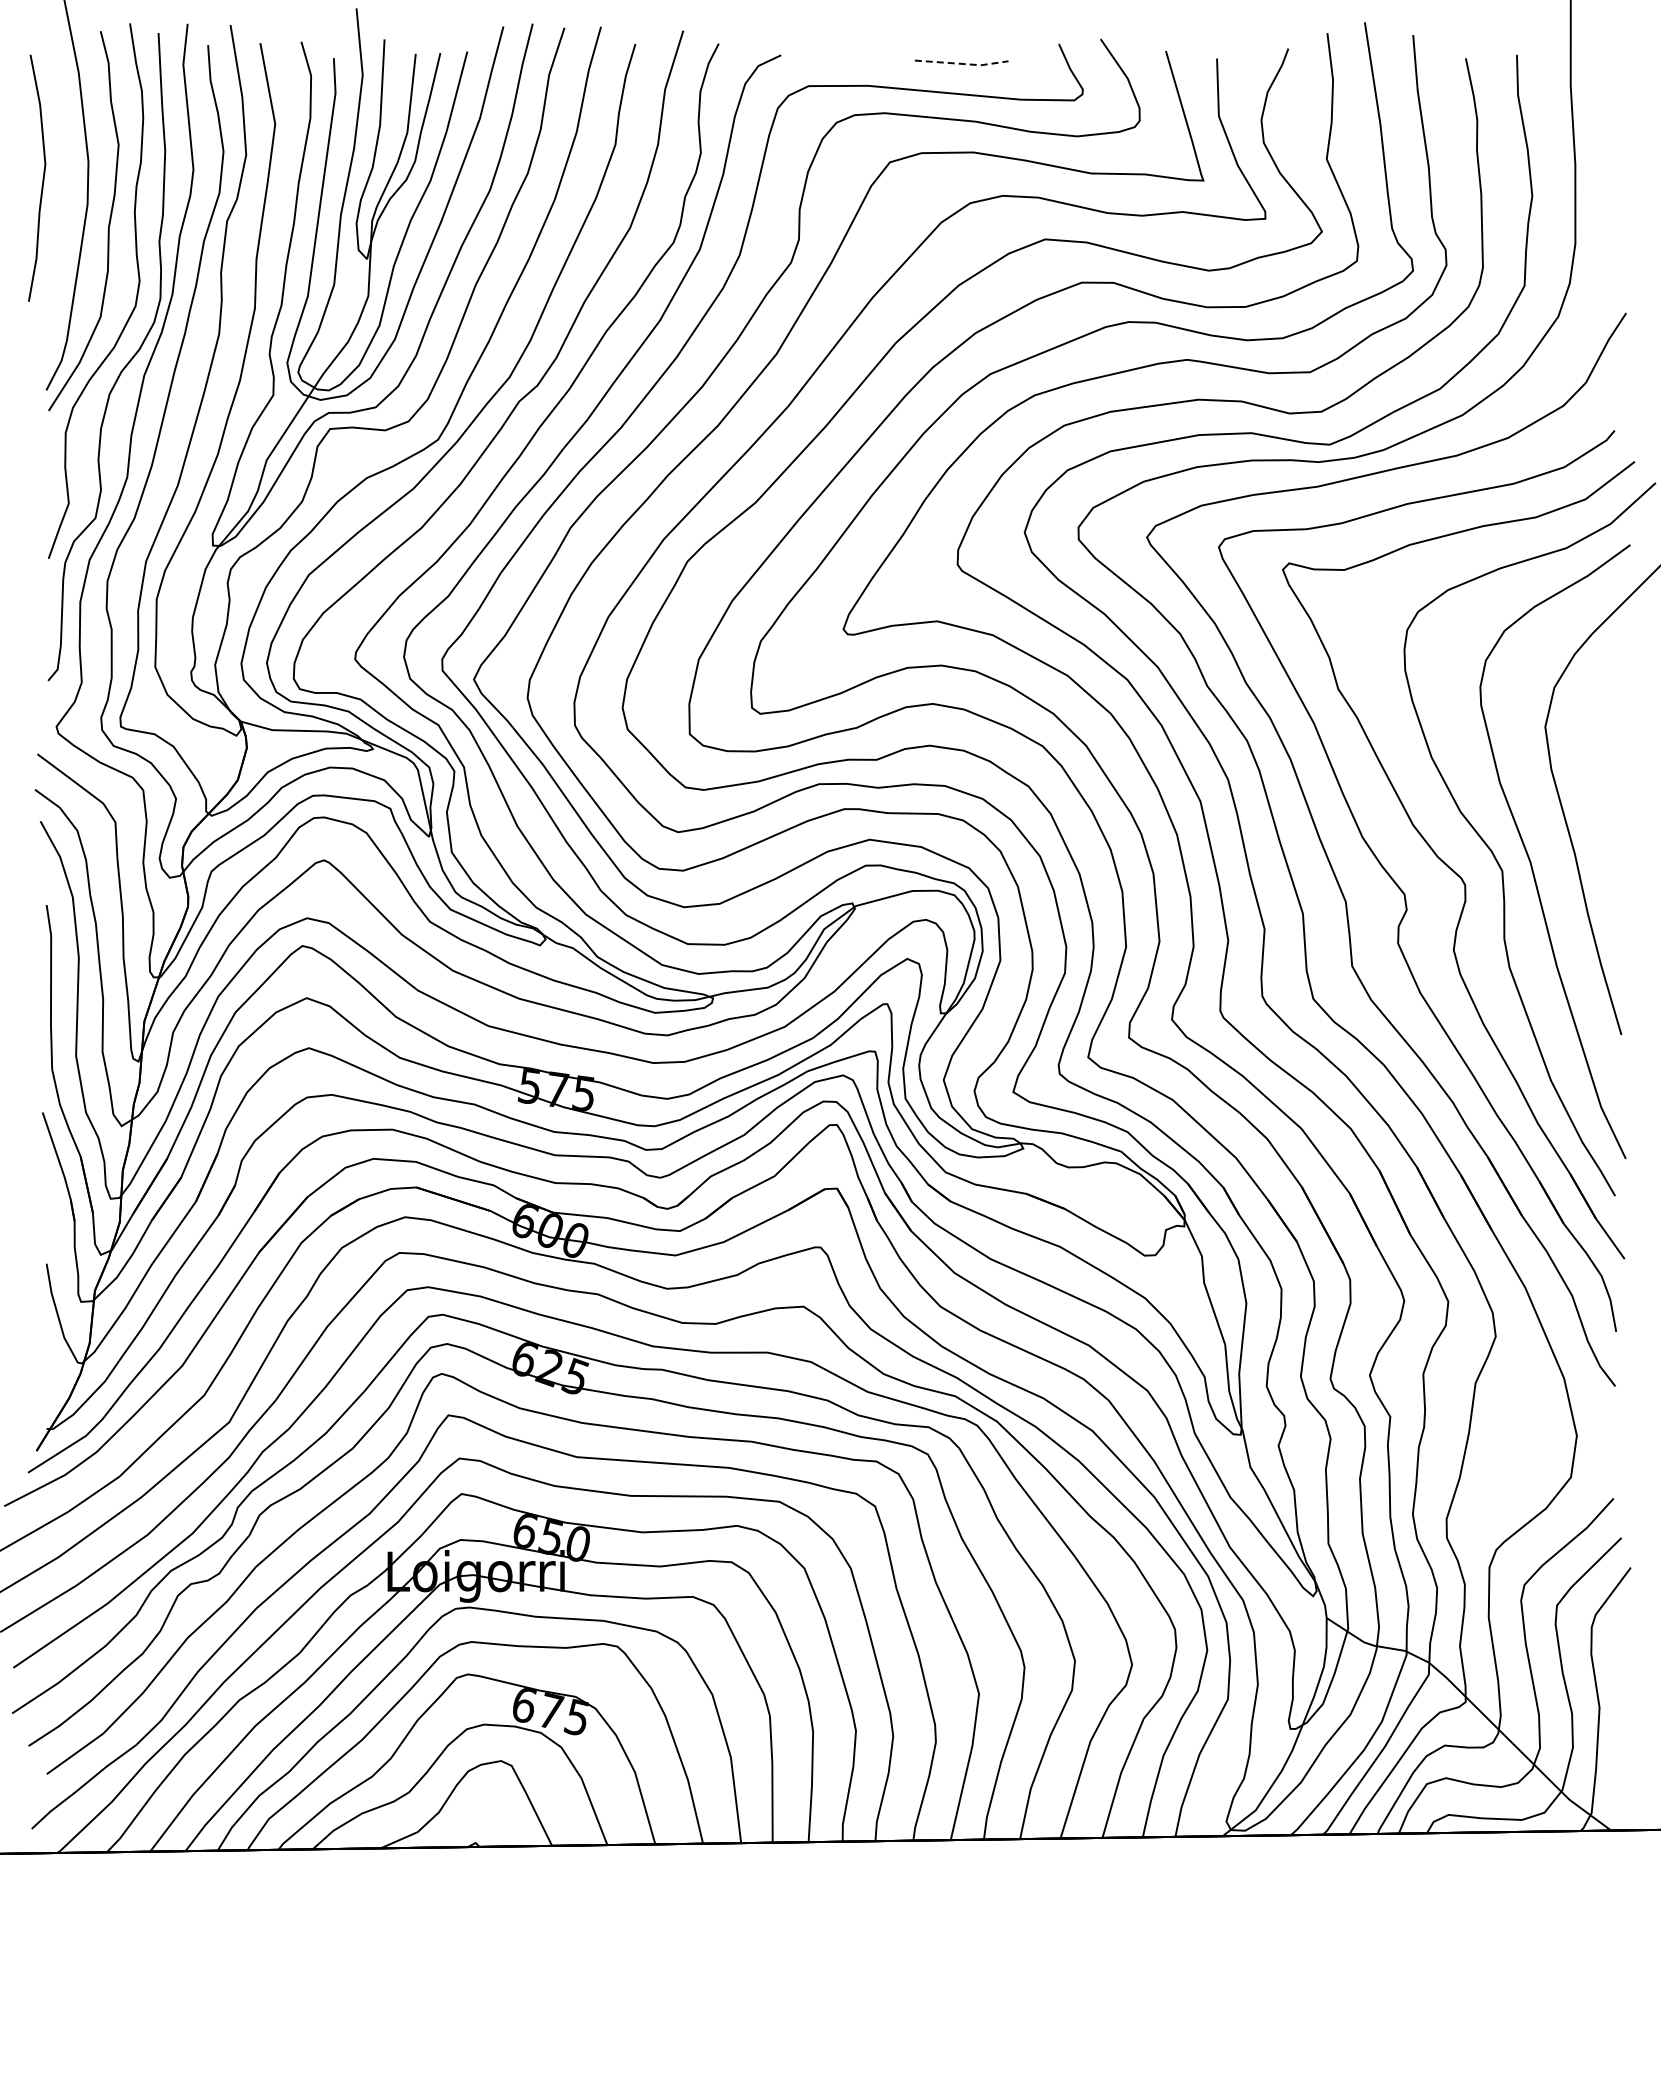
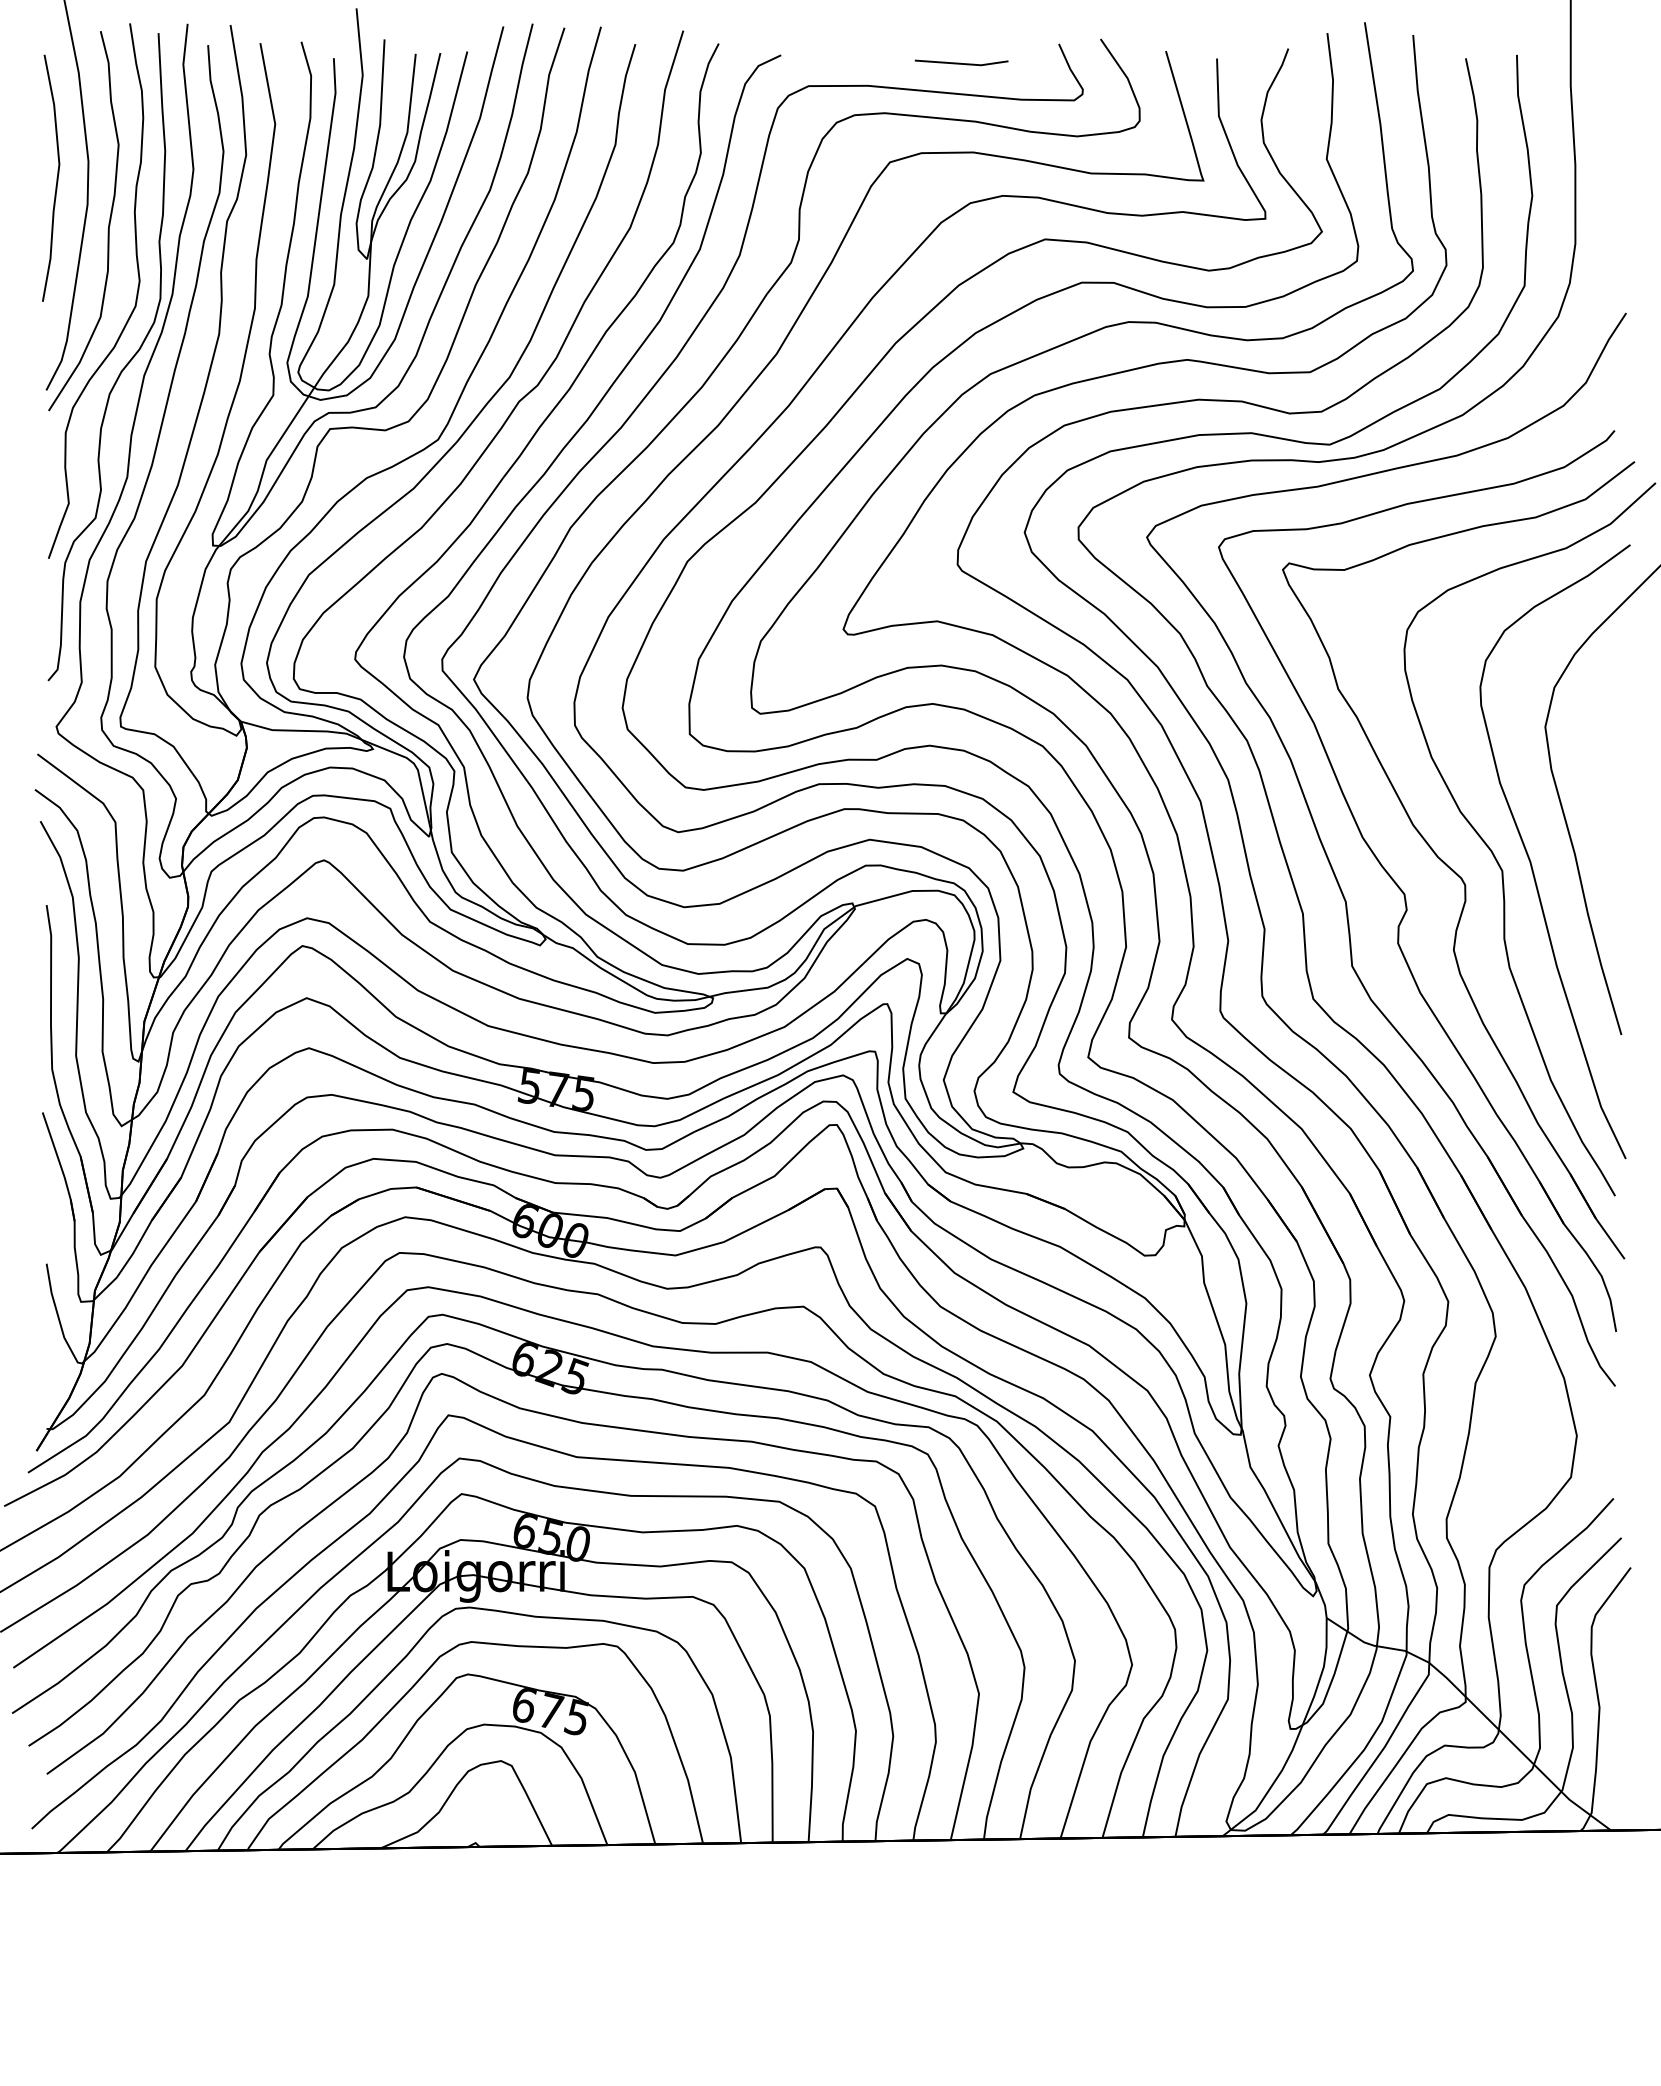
line at (962, 63): dashed -> solid
curve at (42, 177) position: (42, 177) -> (56, 177)
